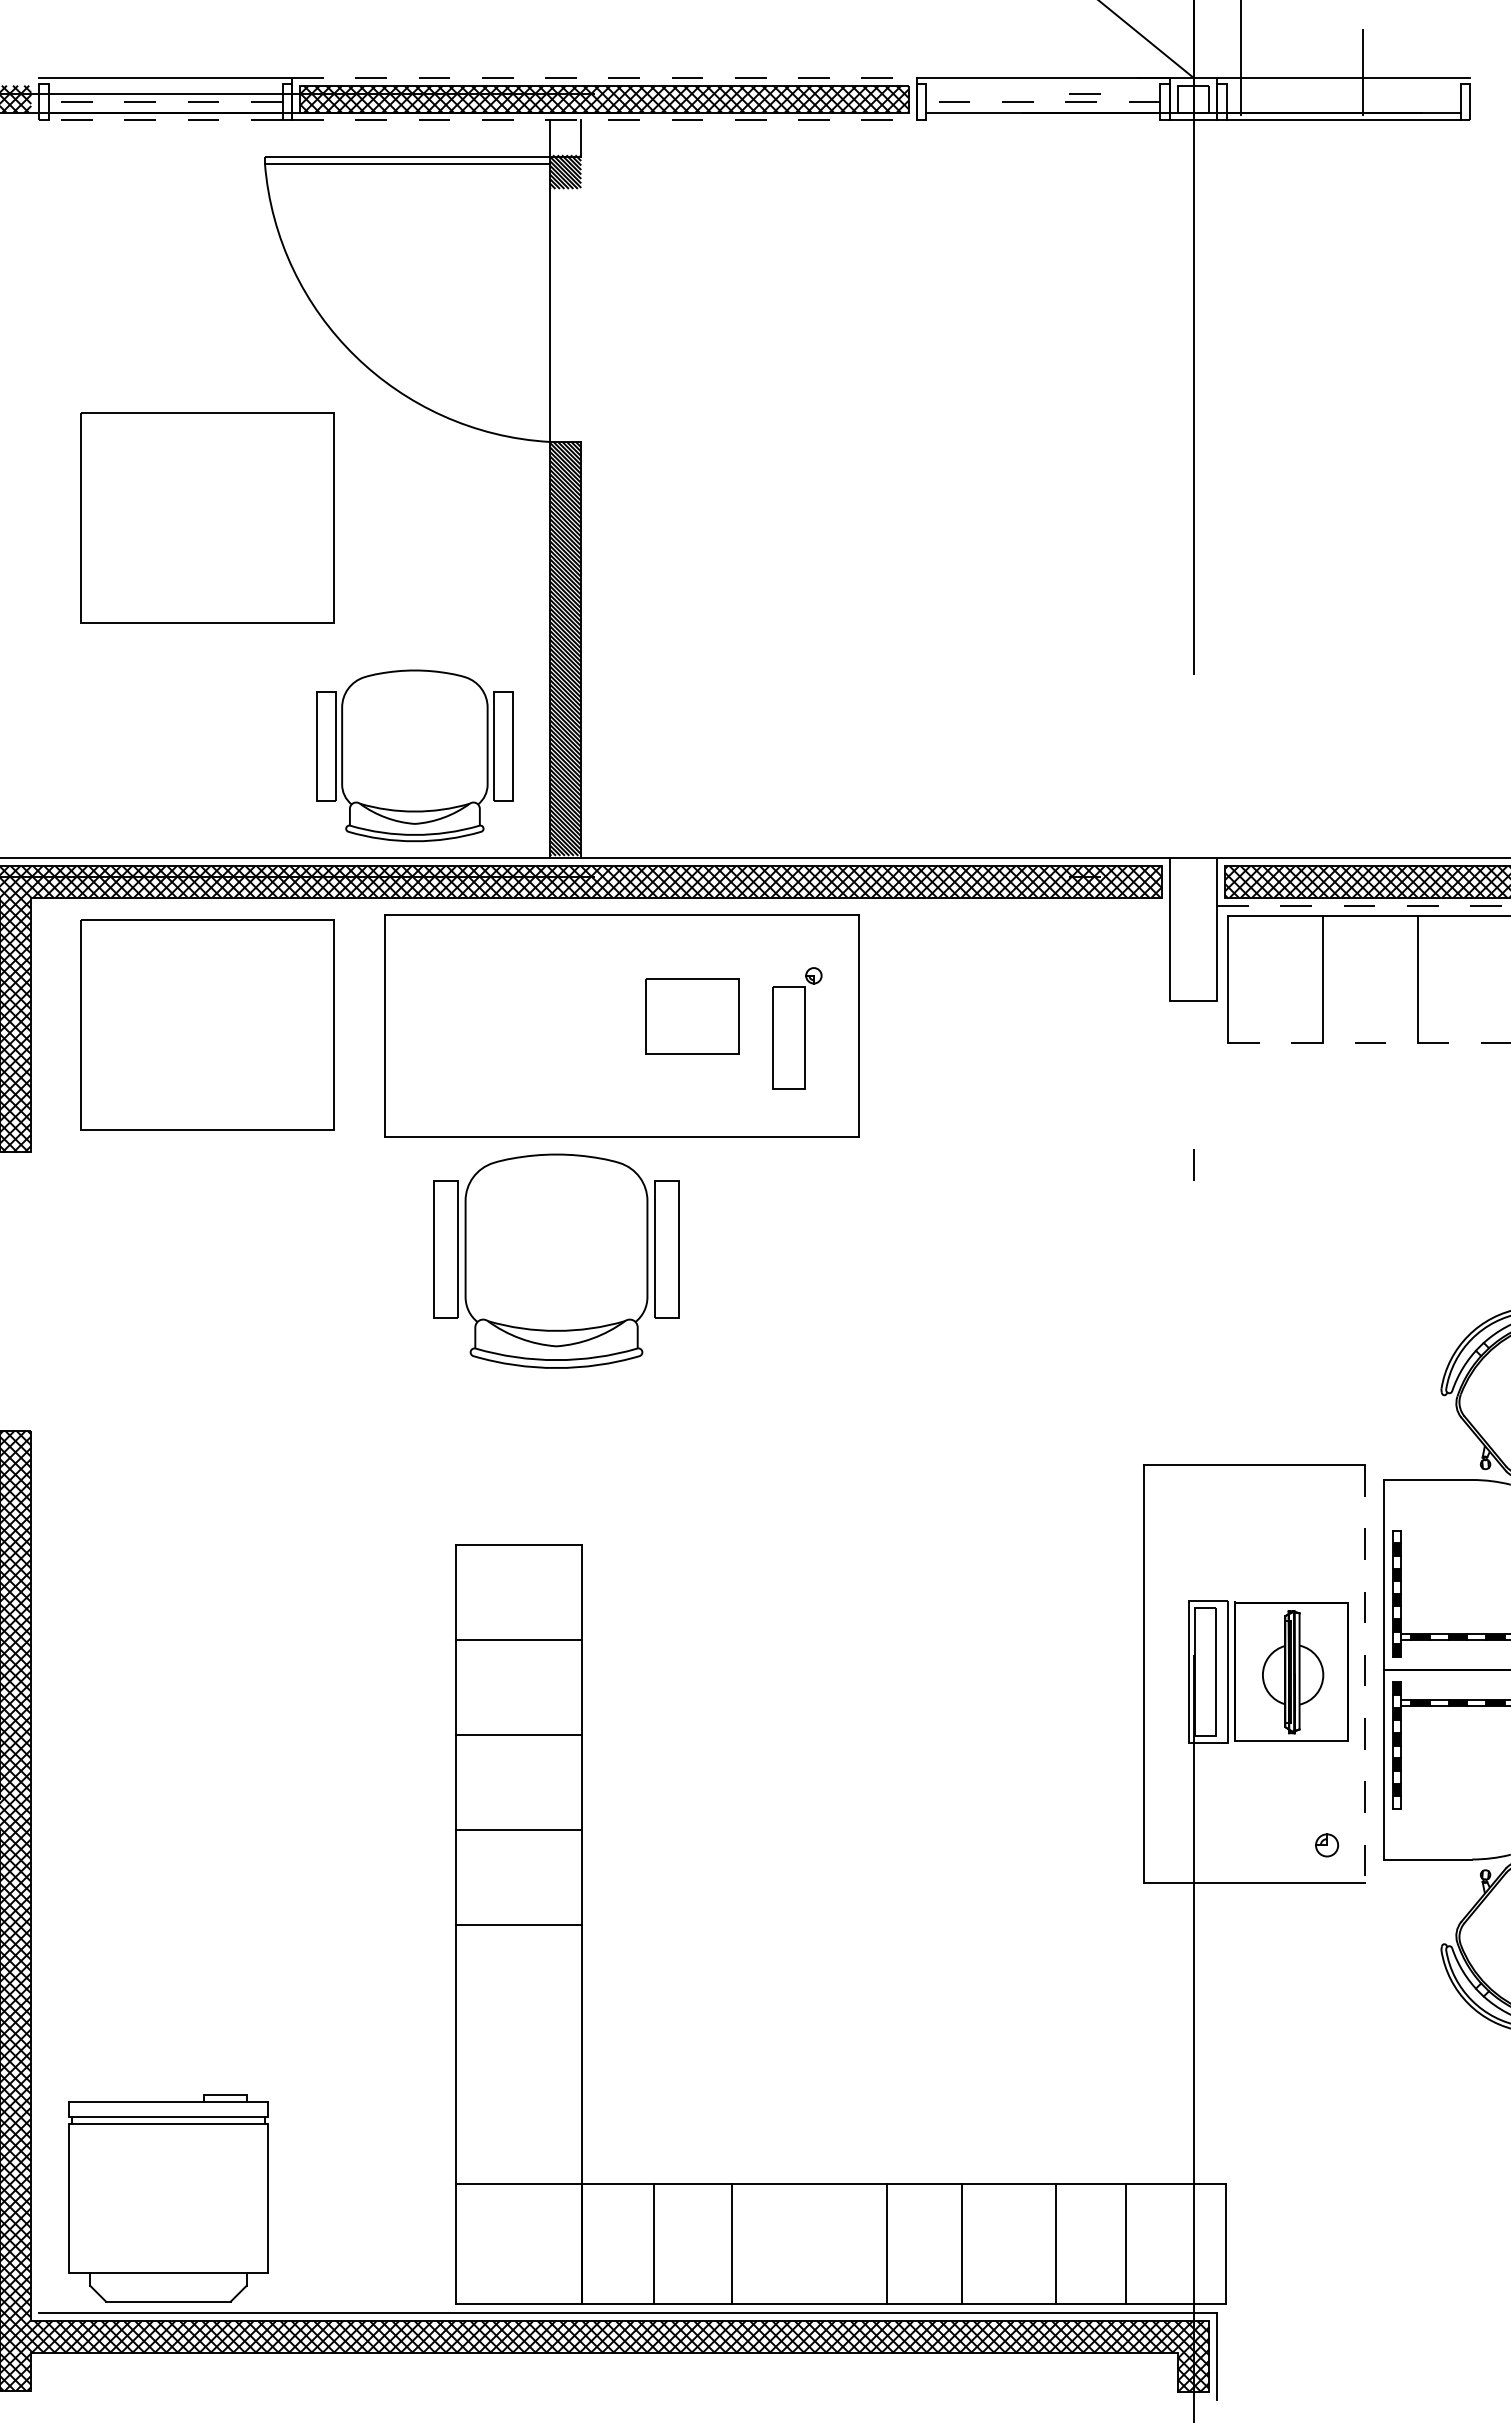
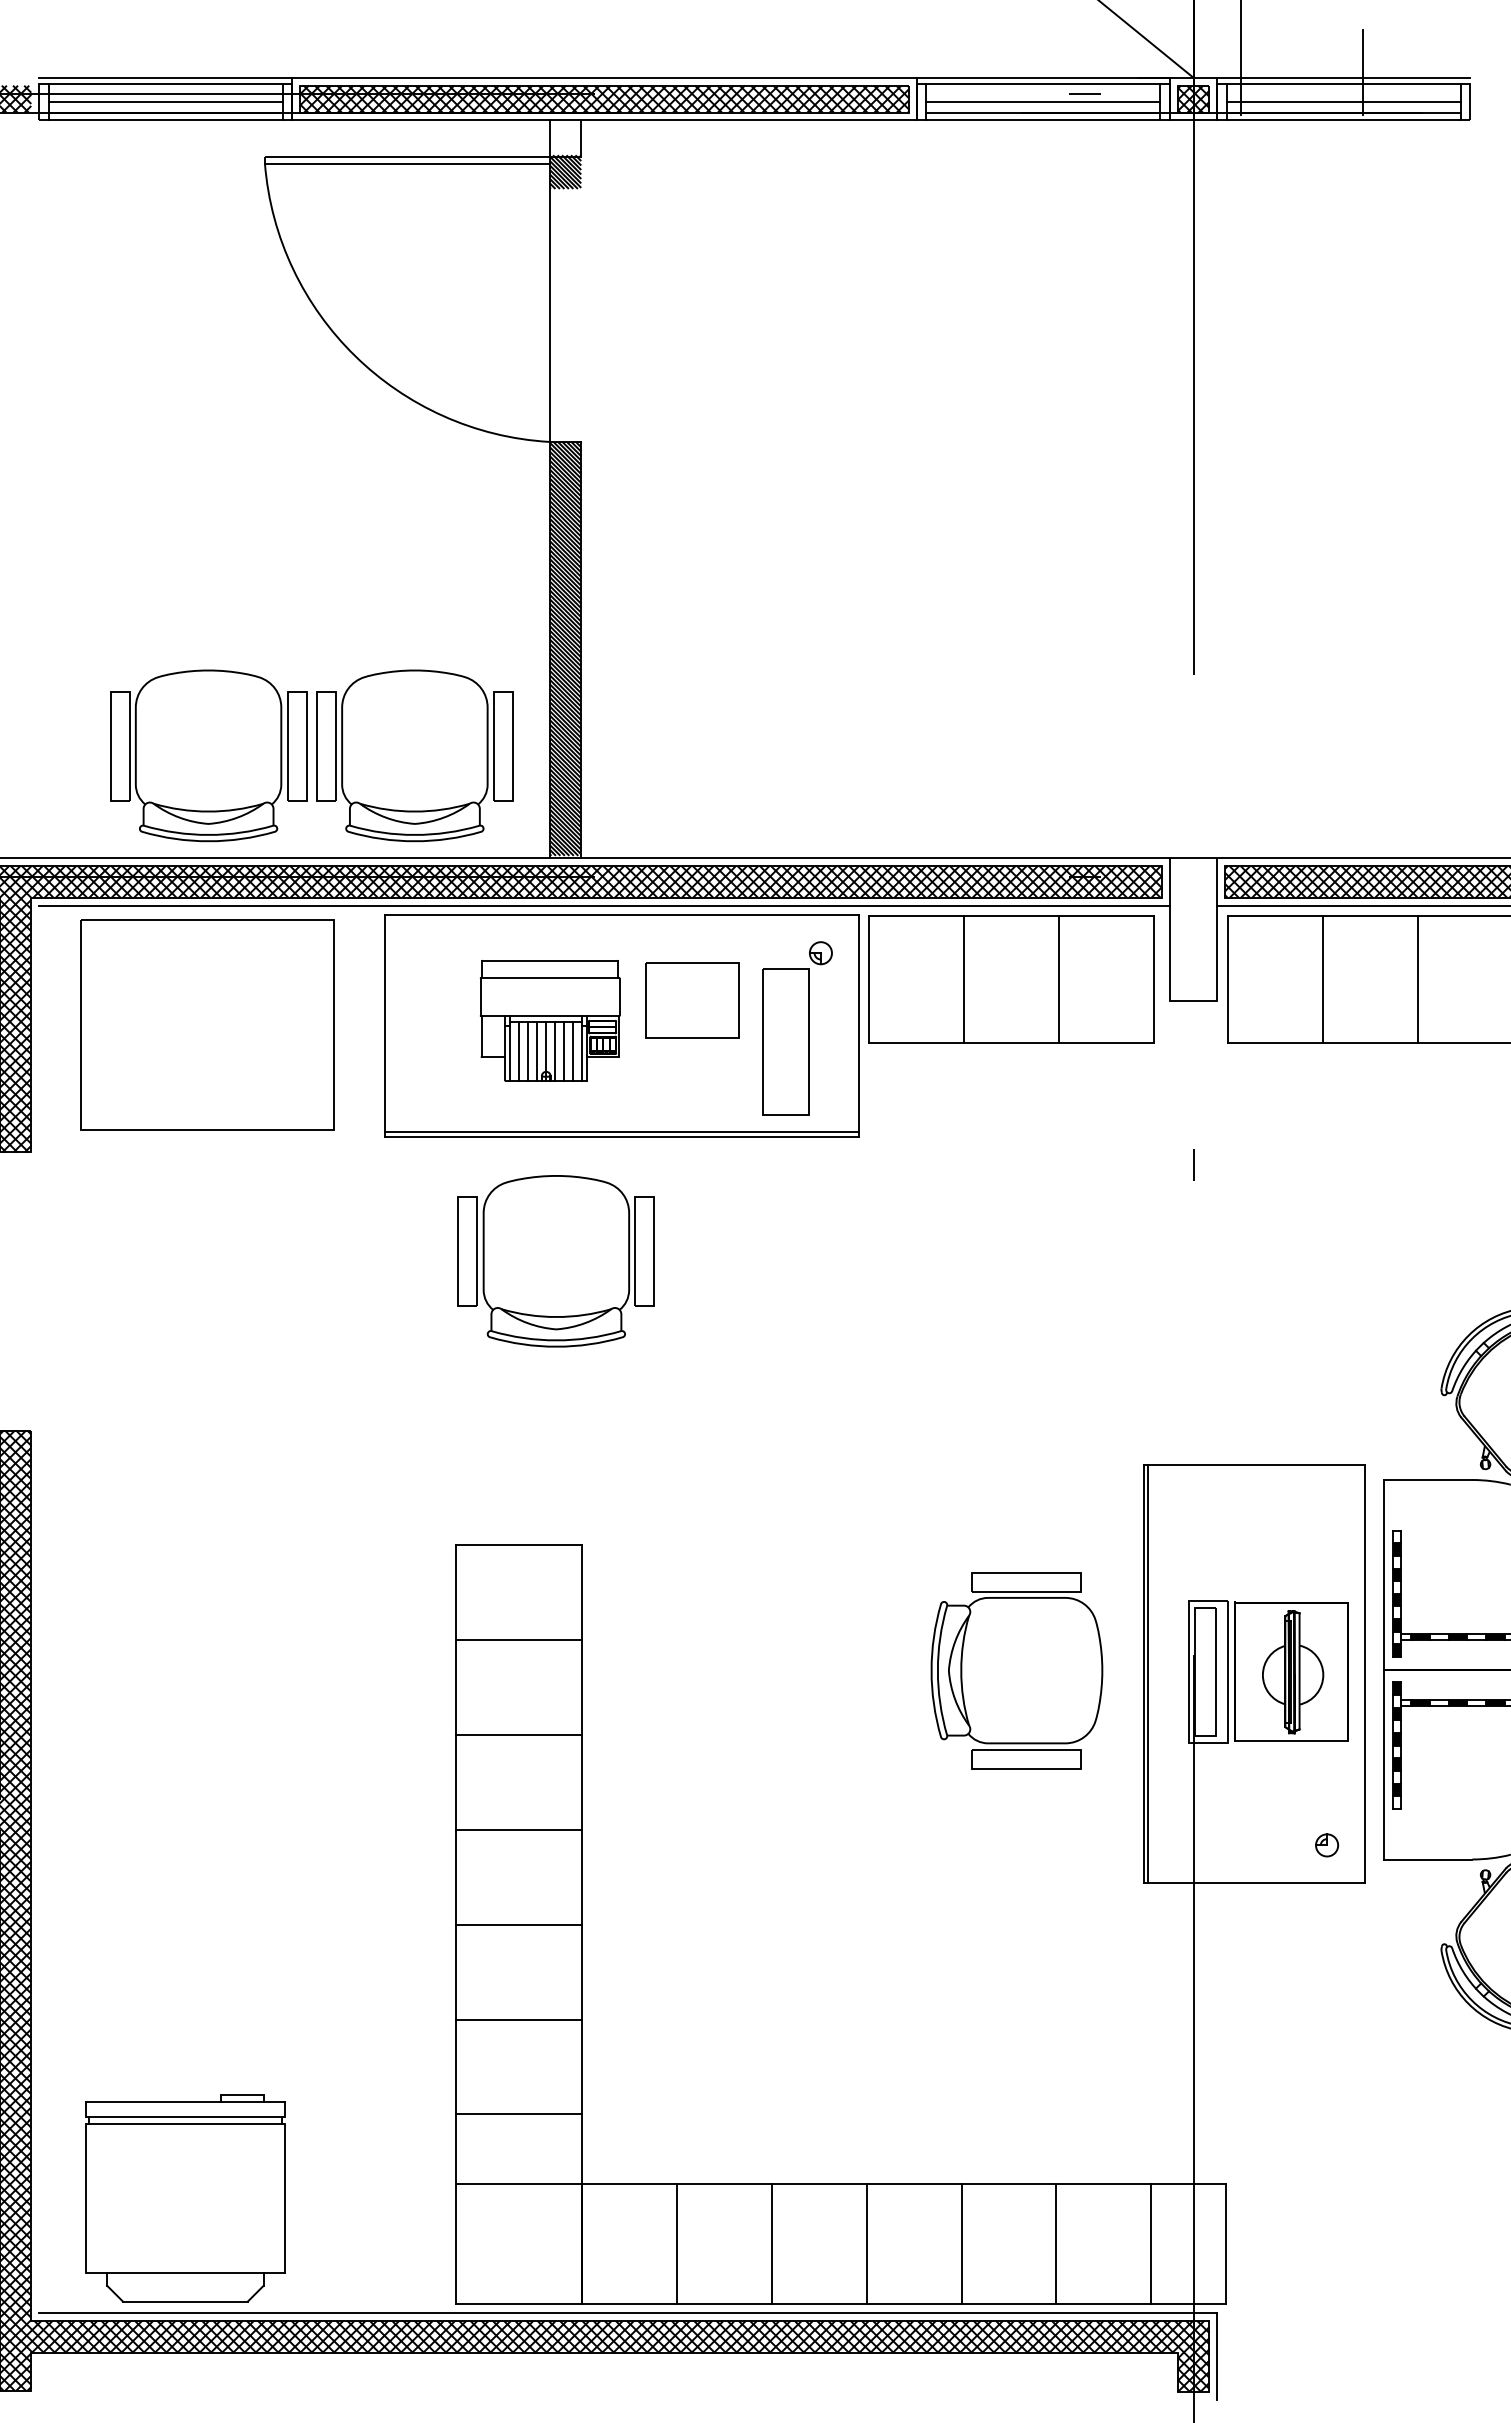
line at (604, 77): dashed -> solid
line at (165, 84): none -> present
line at (1043, 84): none -> present
line at (1343, 84): none -> present
hatch at (1193, 98): none -> present
line at (165, 102): dashed -> solid
line at (1043, 102): dashed -> solid
line at (1343, 102): none -> present
line at (165, 120): dashed -> solid
line at (604, 120): dashed -> solid
line at (1043, 120): none -> present
part at (207, 517): present -> none
part at (208, 755): none -> present
line at (604, 905): none -> present
line at (1364, 905): dashed -> solid
part at (1011, 979): none -> present
part at (692, 1016) position: (692, 1016) -> (692, 1000)
part at (549, 1020): none -> present
part at (797, 1028) size: 51x123 px -> 71x175 px
line at (1369, 1042): dashed -> solid
line at (621, 1131): none -> present
part at (556, 1260) size: 247x216 px -> 198x173 px
part at (1016, 1670): none -> present
line at (1148, 1674): none -> present
line at (1365, 1674): dashed -> solid
line at (518, 2019): none -> present
line at (518, 2114): none -> present
part at (168, 2198) position: (168, 2198) -> (185, 2198)
line at (653, 2244) position: (653, 2244) -> (676, 2244)
line at (731, 2244) position: (731, 2244) -> (771, 2244)
line at (886, 2244) position: (886, 2244) -> (866, 2244)
line at (1126, 2244) position: (1126, 2244) -> (1151, 2244)
